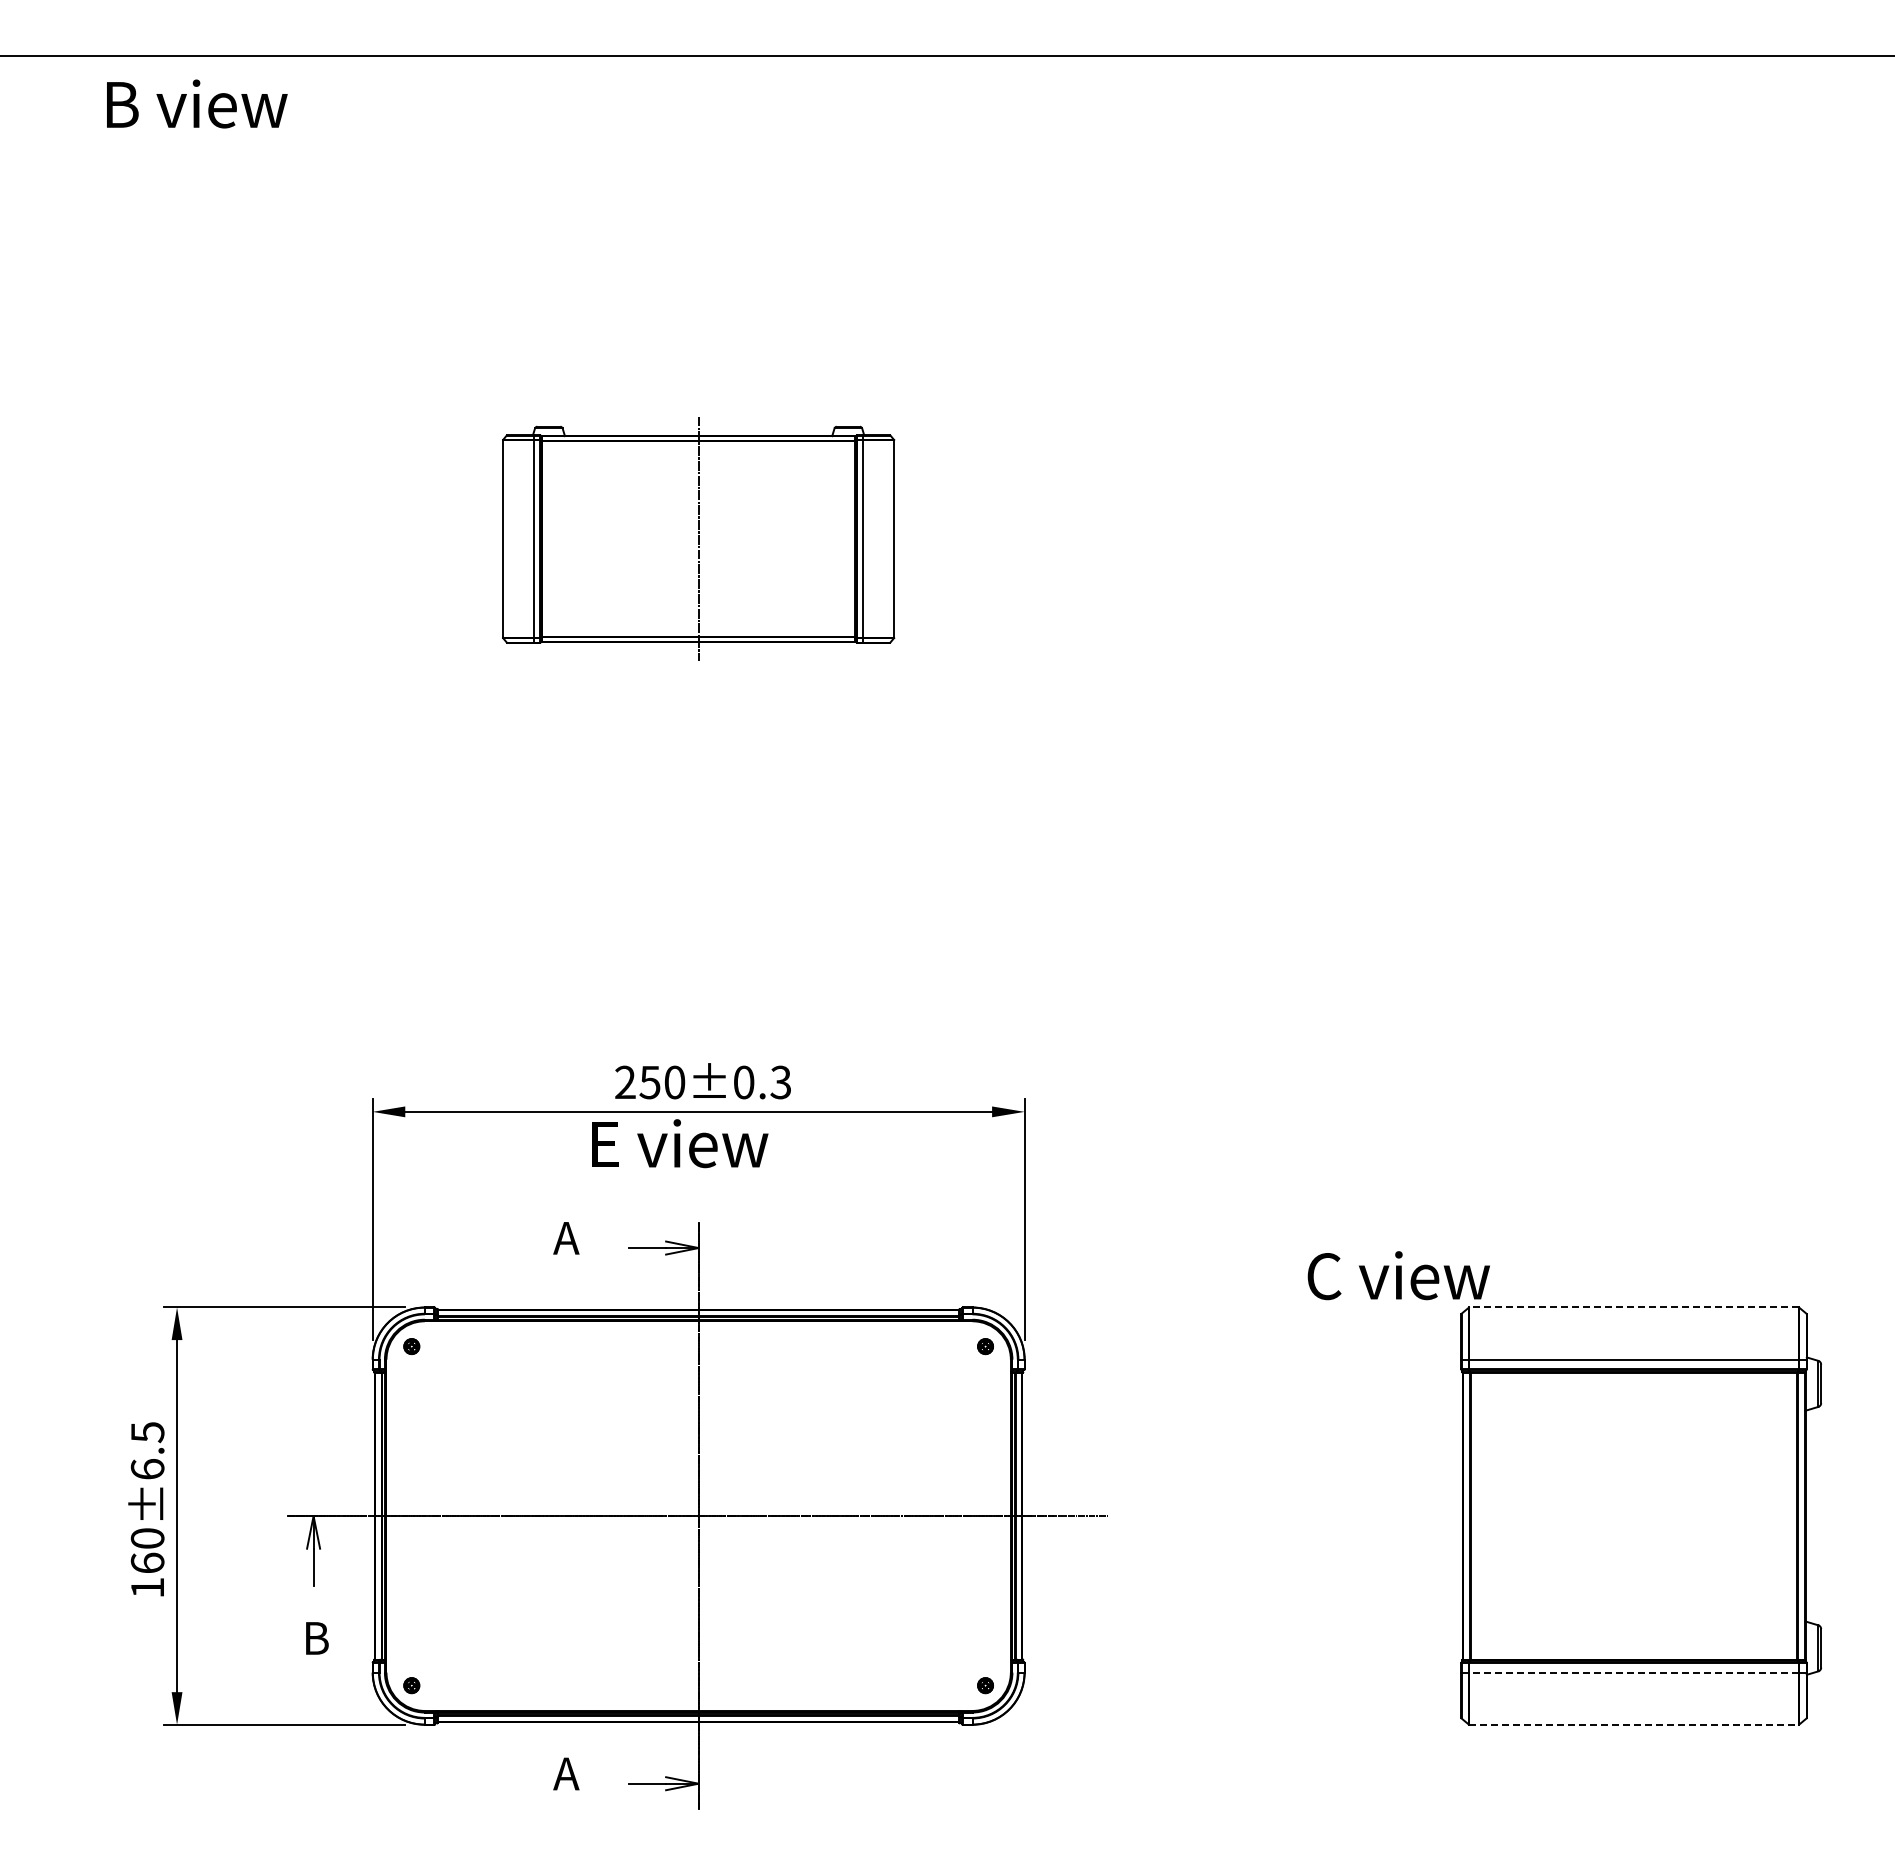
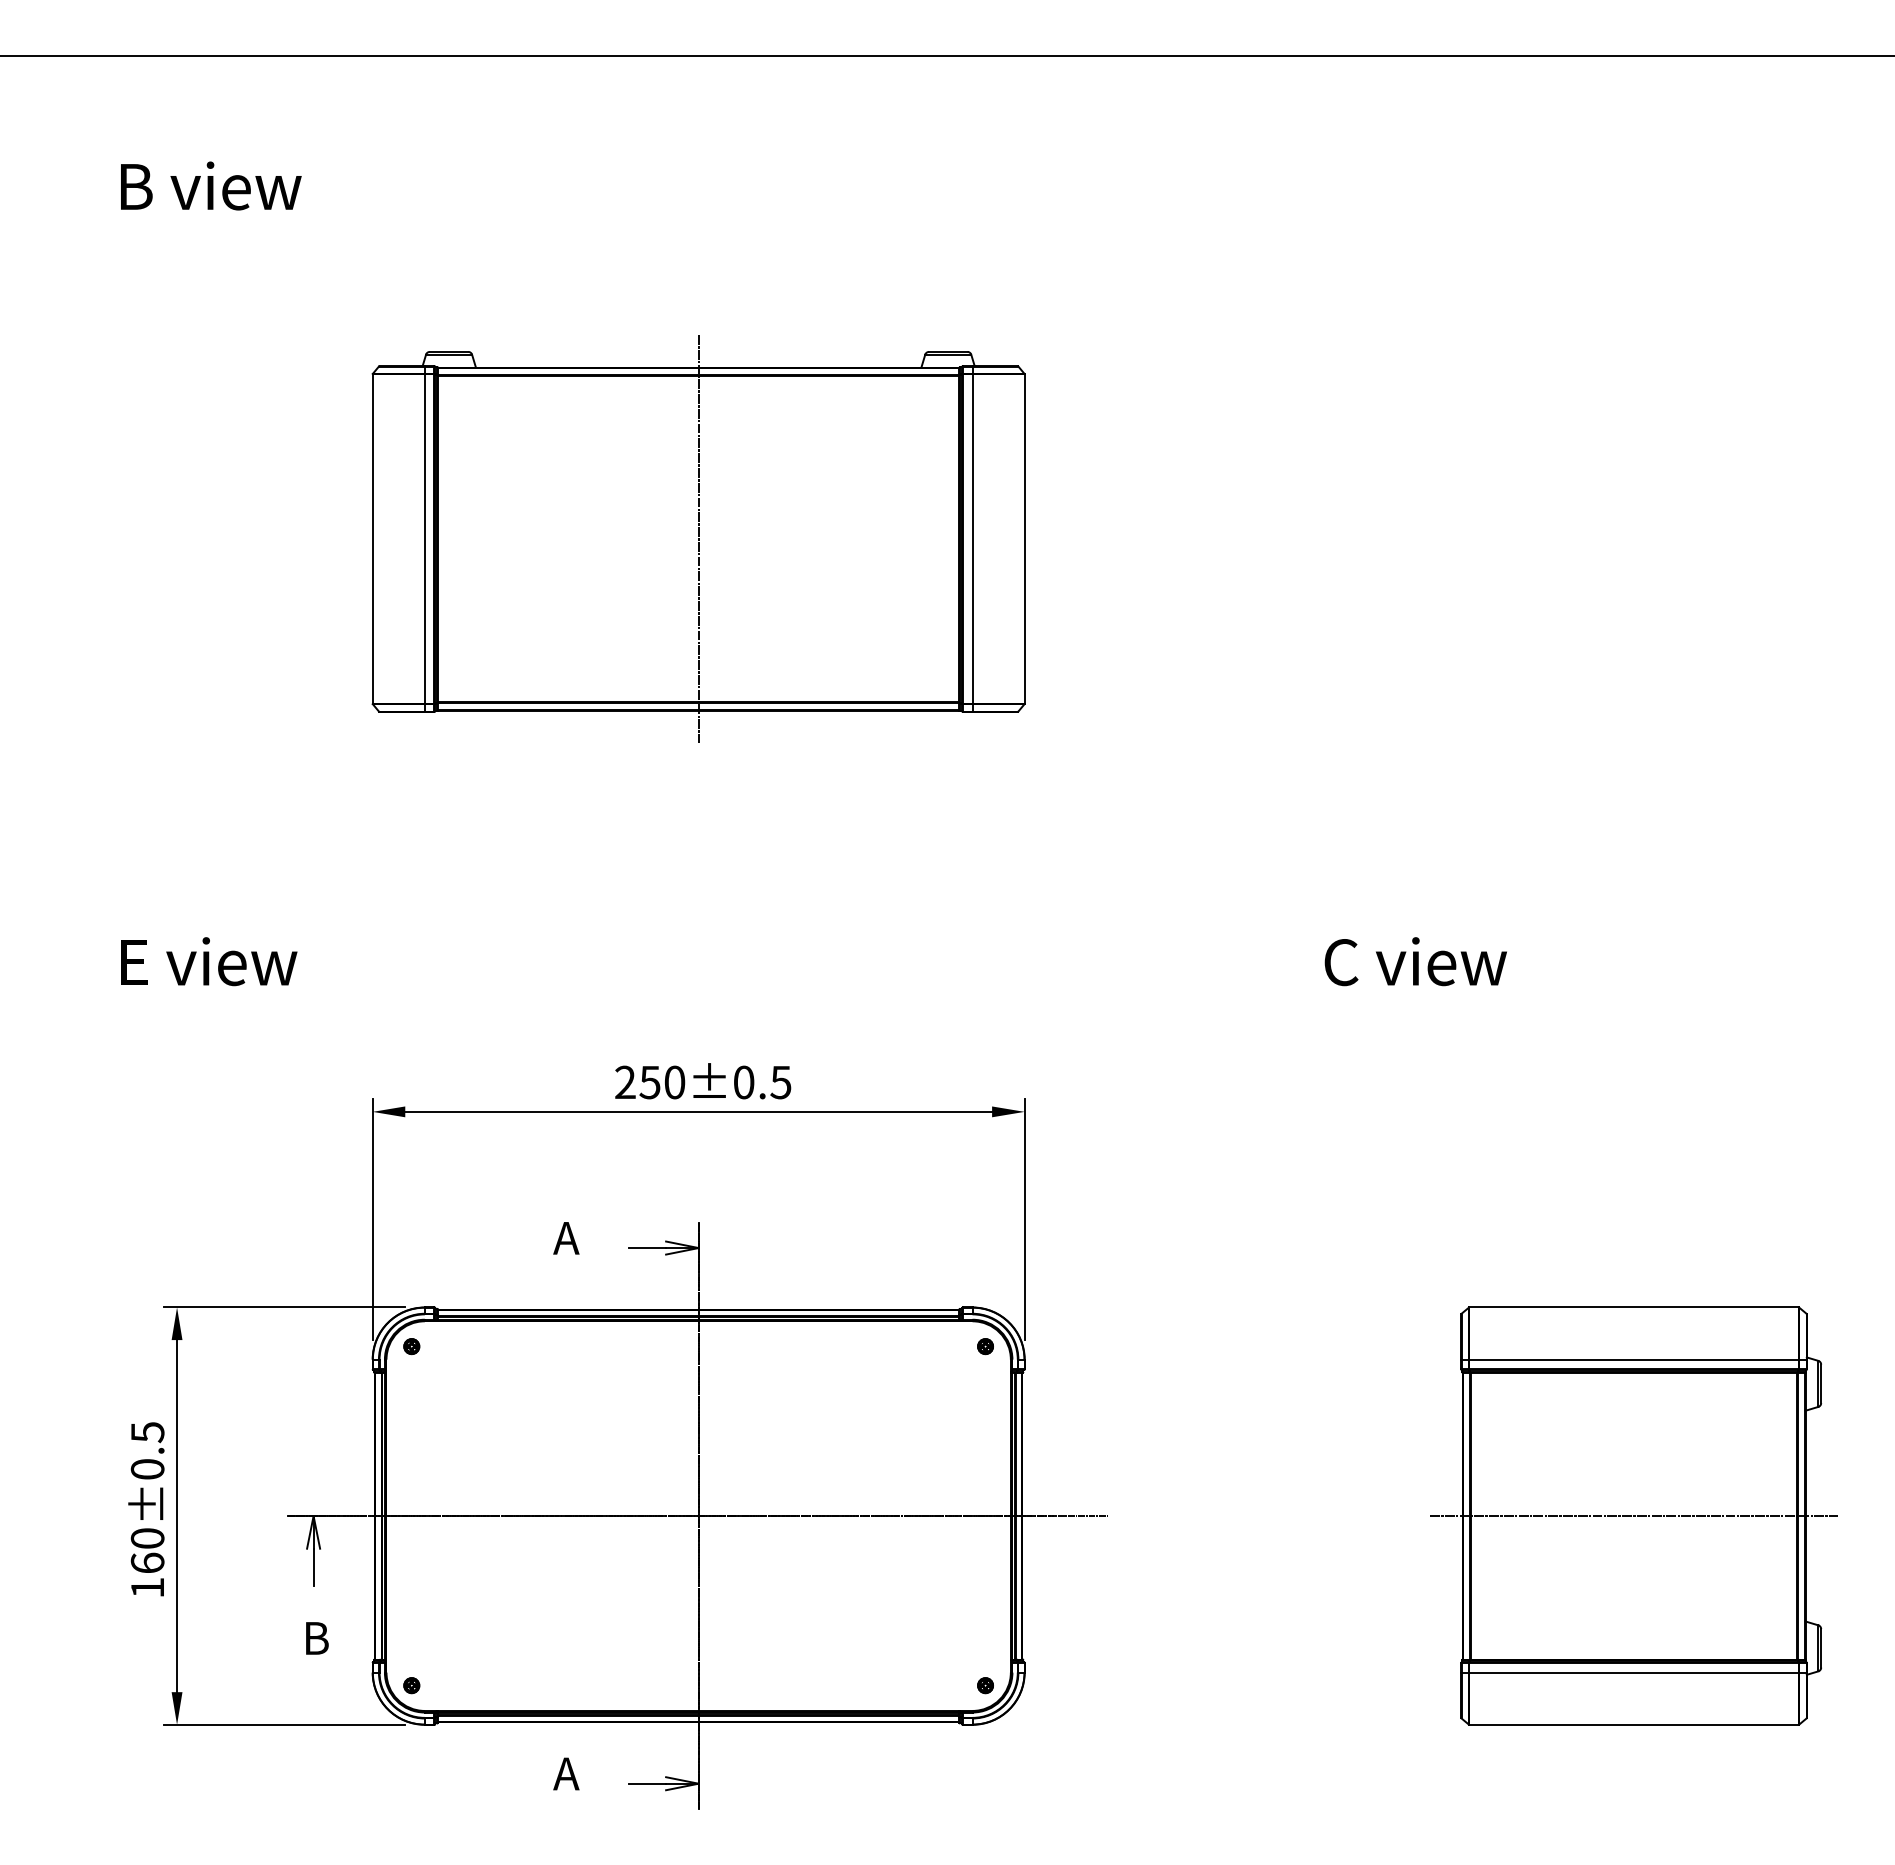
text at (197, 103) position: (197, 103) -> (211, 185)
part at (698, 538) size: 394x244 px -> 655x408 px
text at (780, 1082): 250±0.3 -> 250±0.5
text at (680, 1143) position: (680, 1143) -> (209, 961)
text at (1398, 1275) position: (1398, 1275) -> (1415, 961)
line at (1634, 1307): dashed -> solid
text at (147, 1469): 160±6.5 -> 160±0.5
line at (1633, 1516): none -> present
line at (1634, 1672): dashed -> solid
line at (1634, 1724): dashed -> solid
